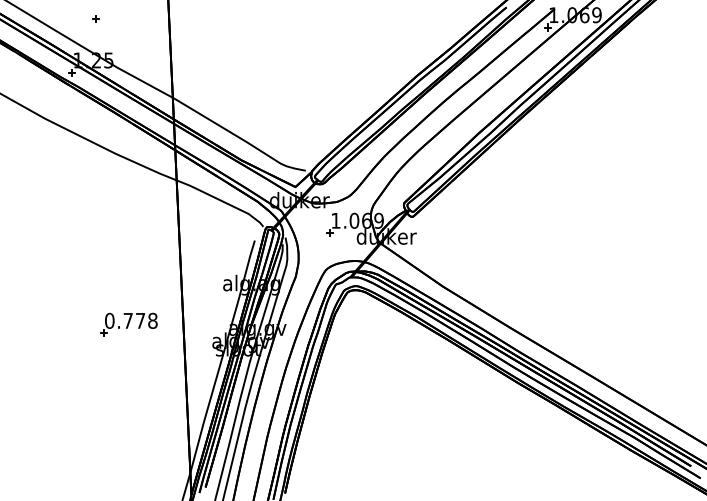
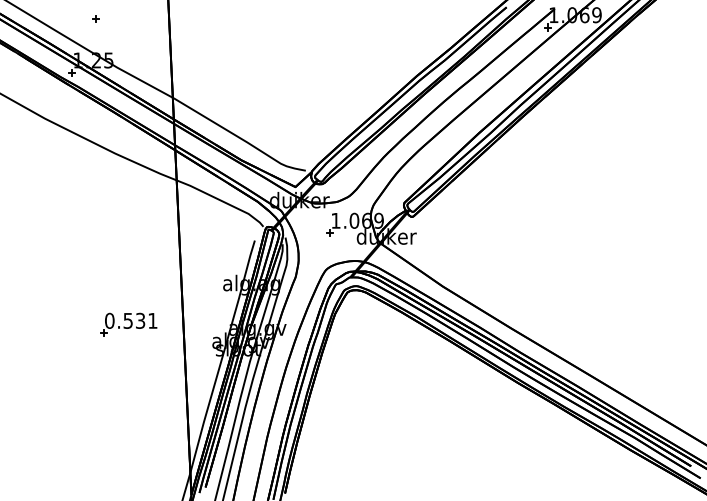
text at (140, 320): 0.778 -> 0.531
